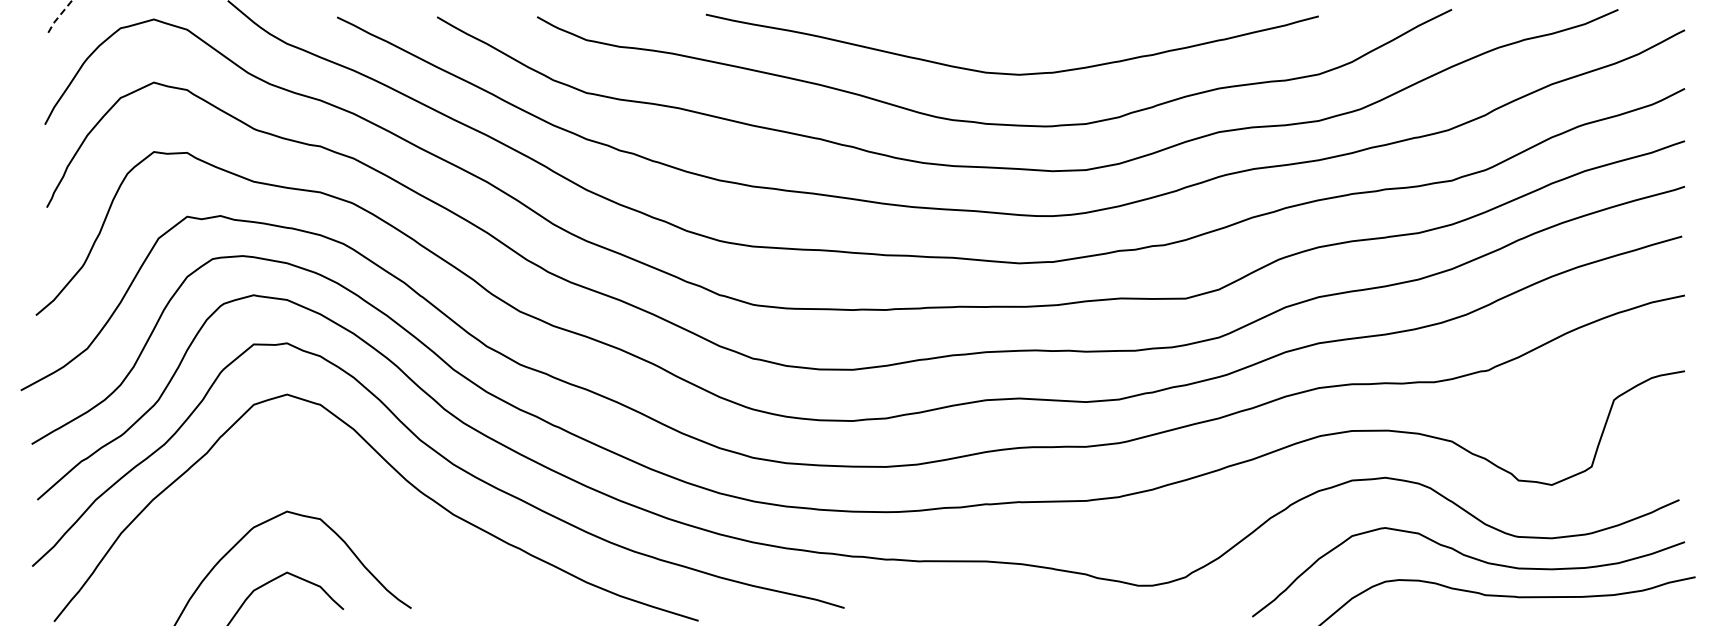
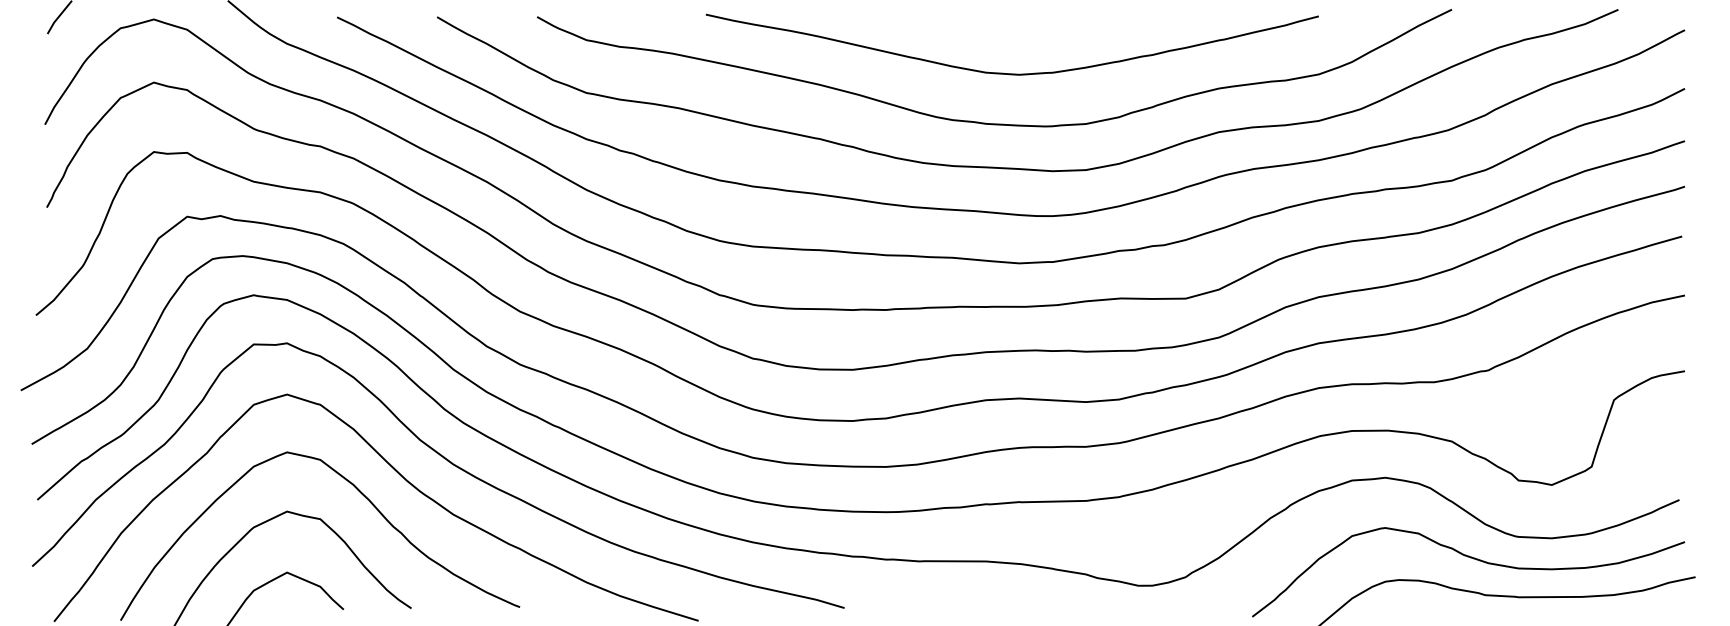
line at (58, 17): dashed -> solid
curve at (361, 494): none -> present
